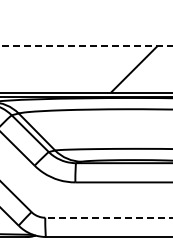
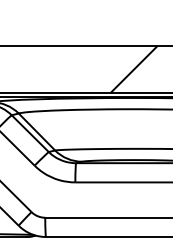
line at (86, 46): dashed -> solid
line at (109, 217): dashed -> solid
